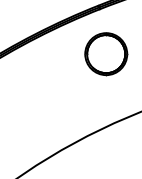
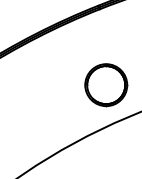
part at (106, 54) position: (106, 54) -> (106, 85)
